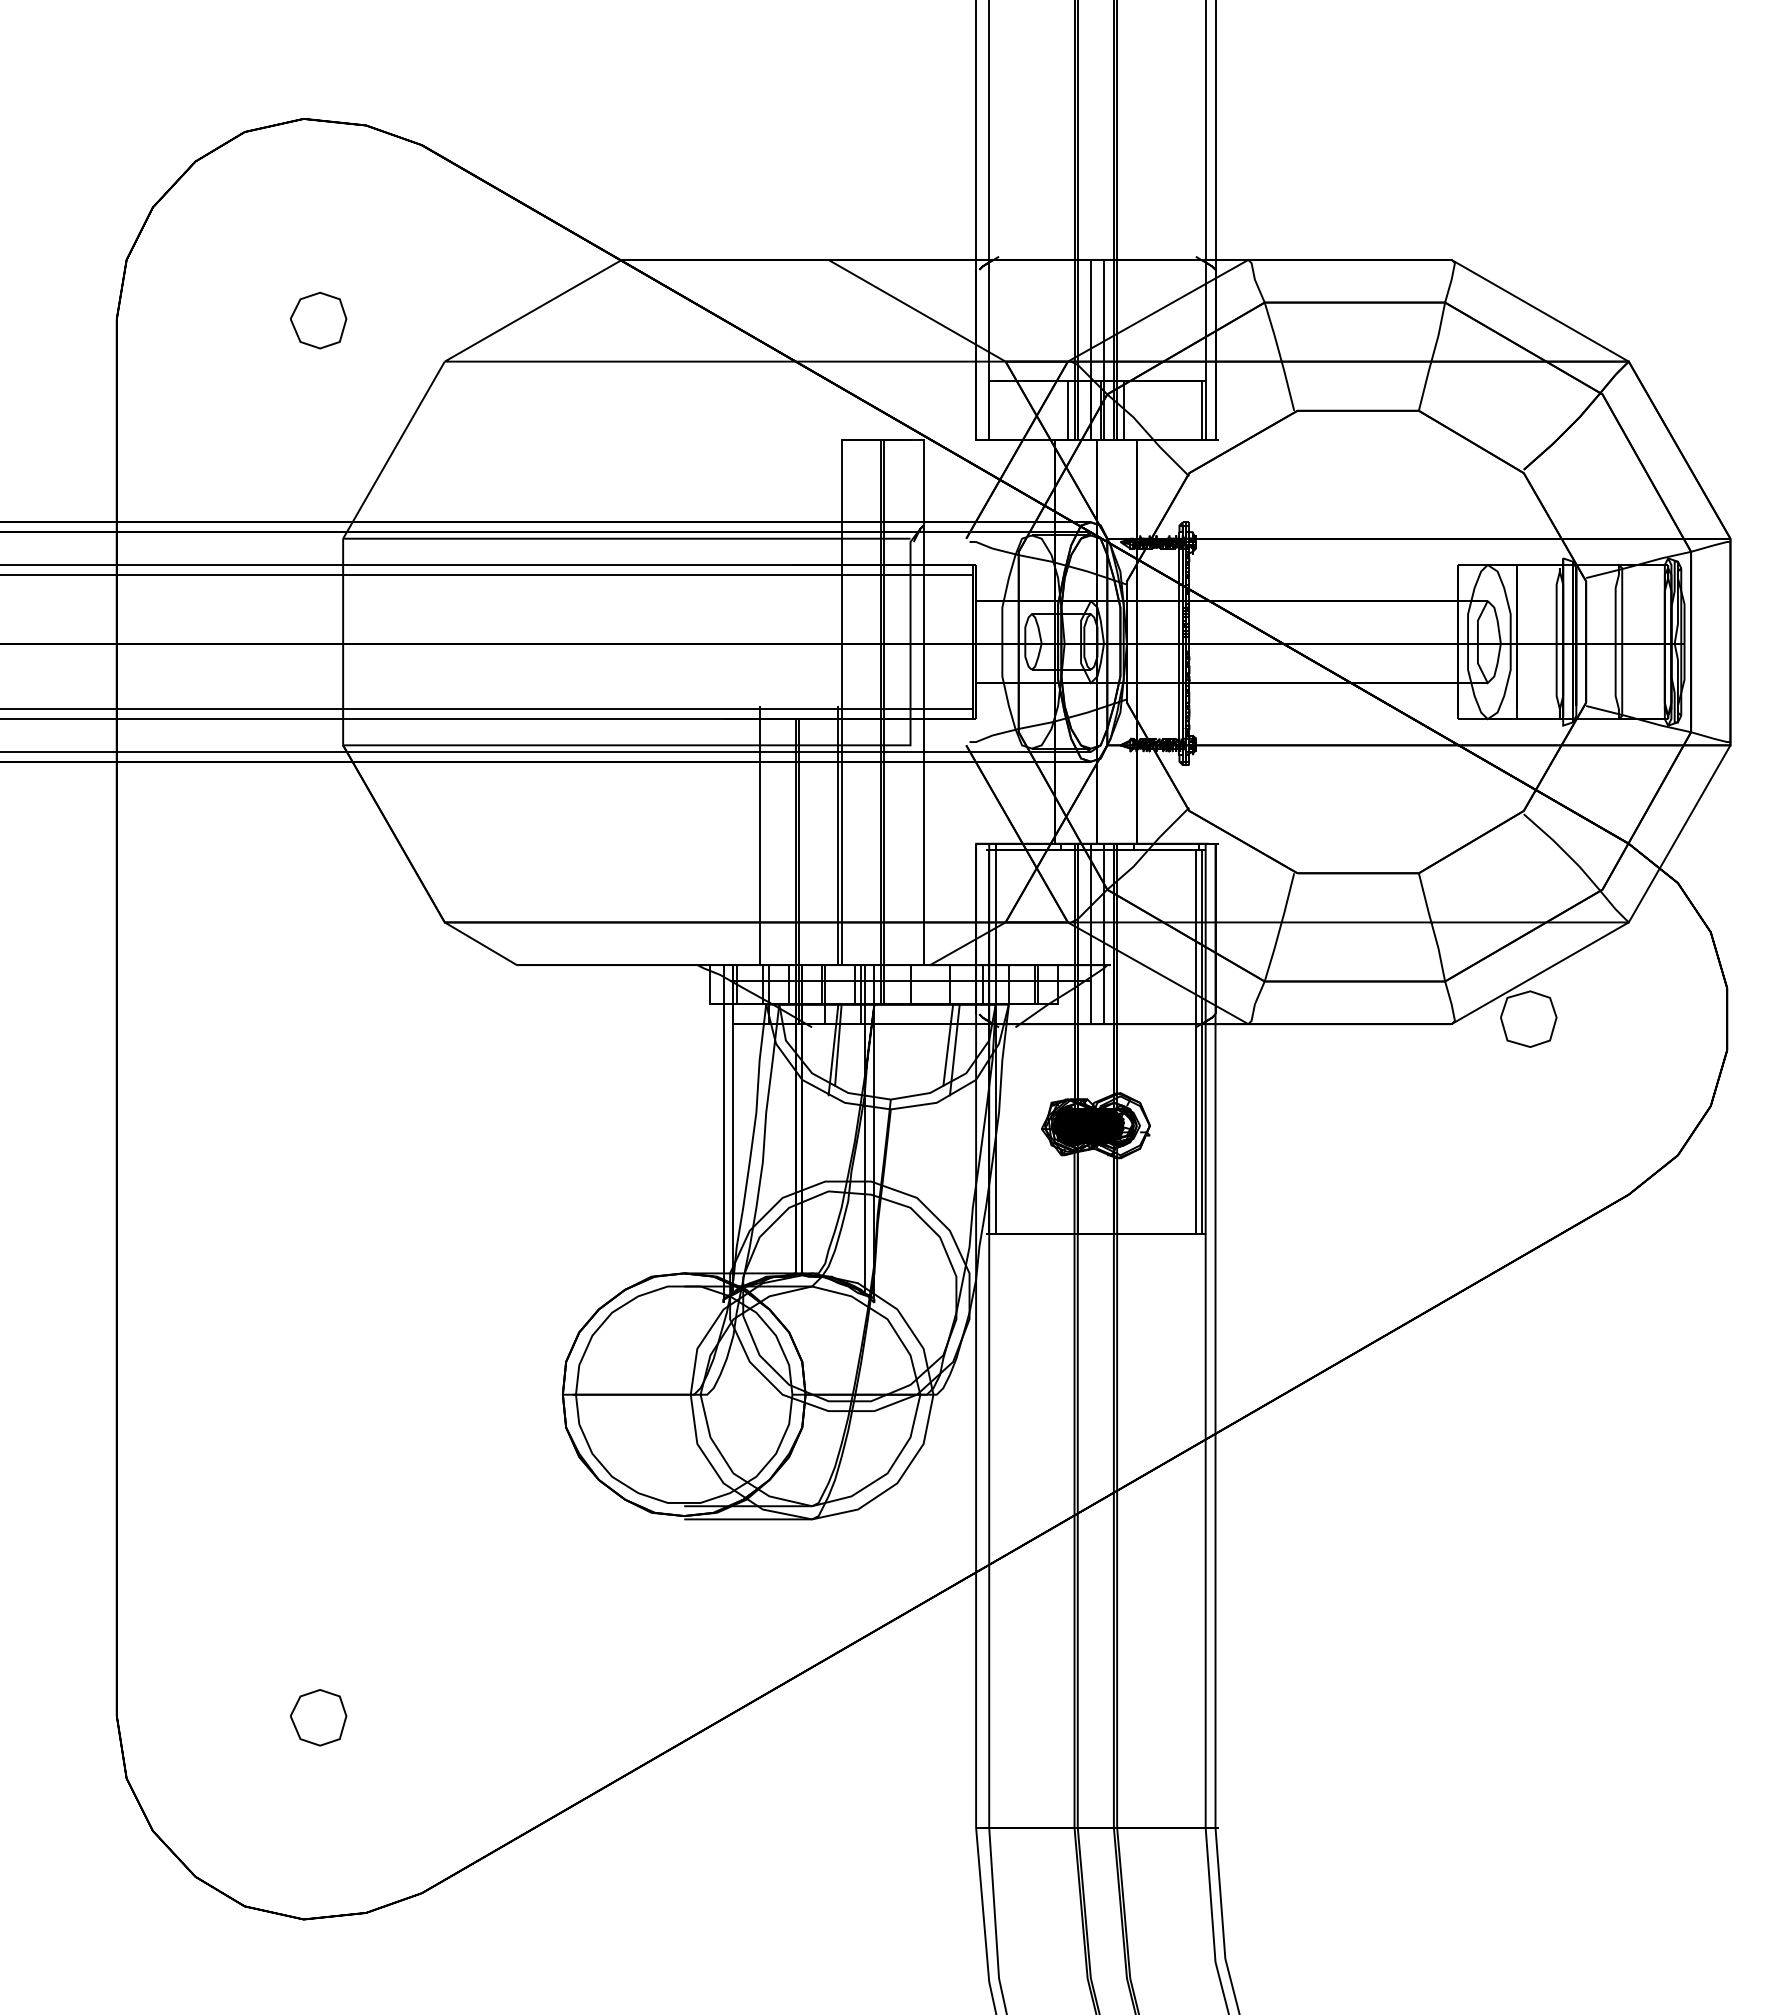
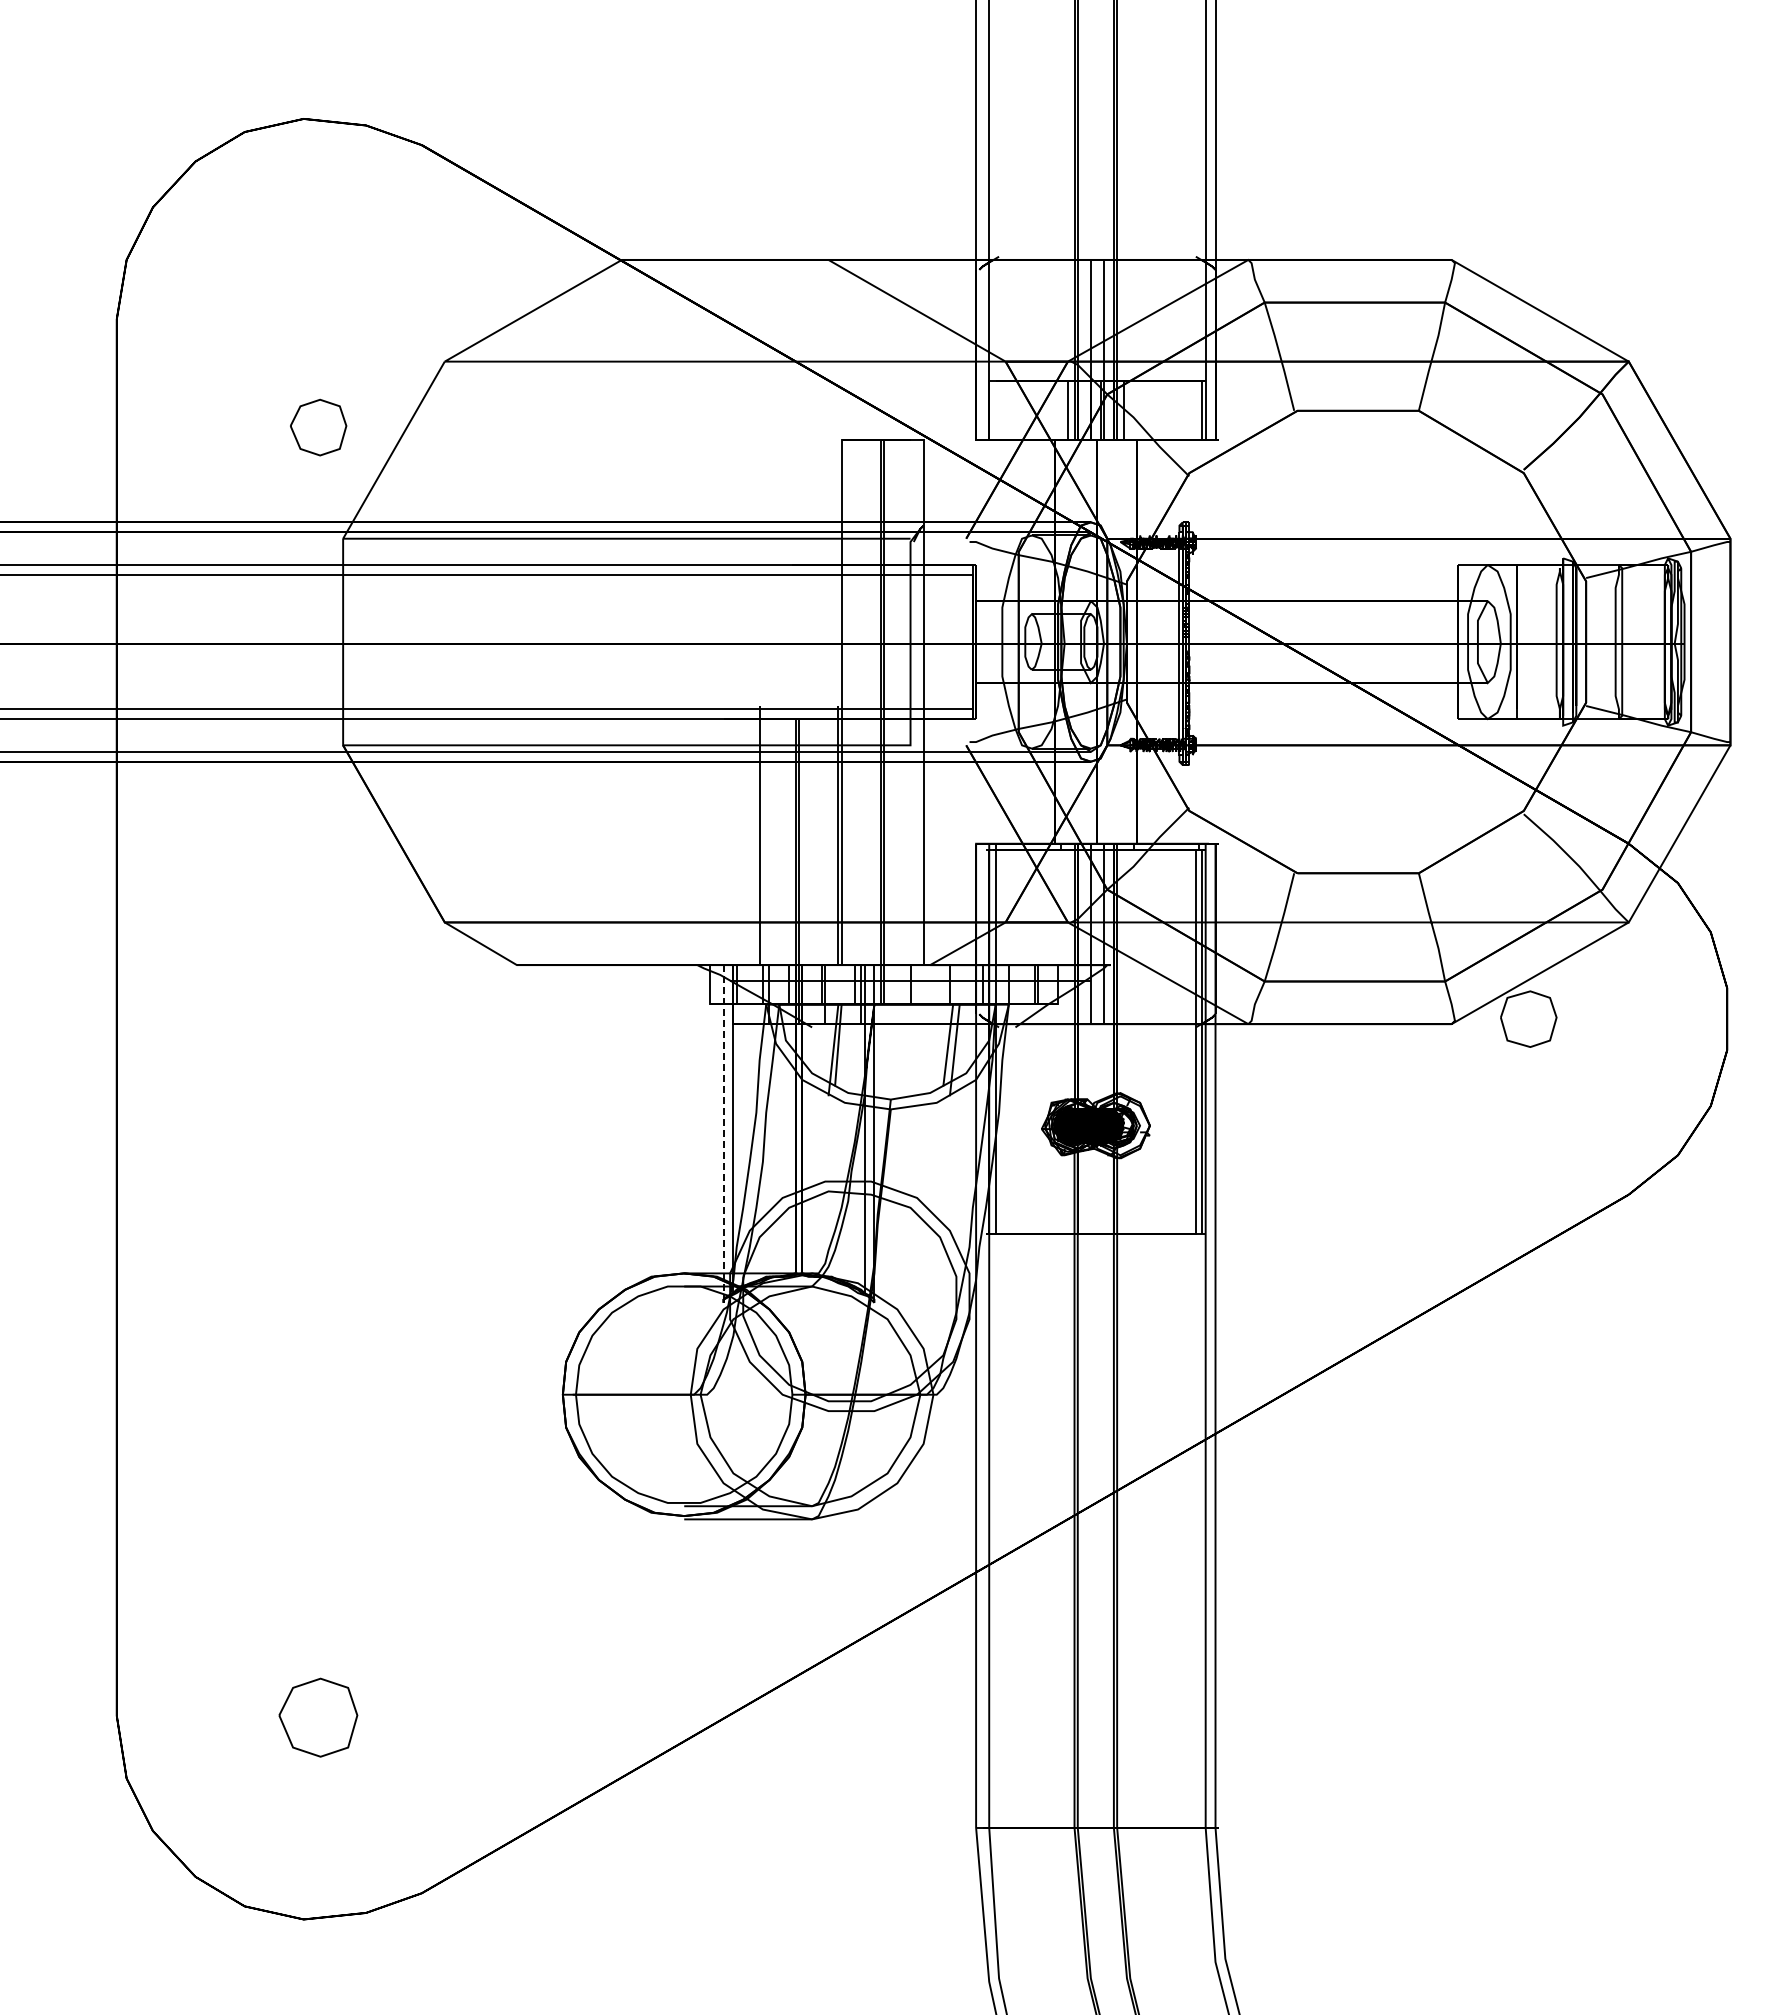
part at (318, 320) position: (318, 320) -> (318, 427)
line at (723, 1134): solid -> dashed
part at (318, 1717) size: 58x58 px -> 81x81 px
